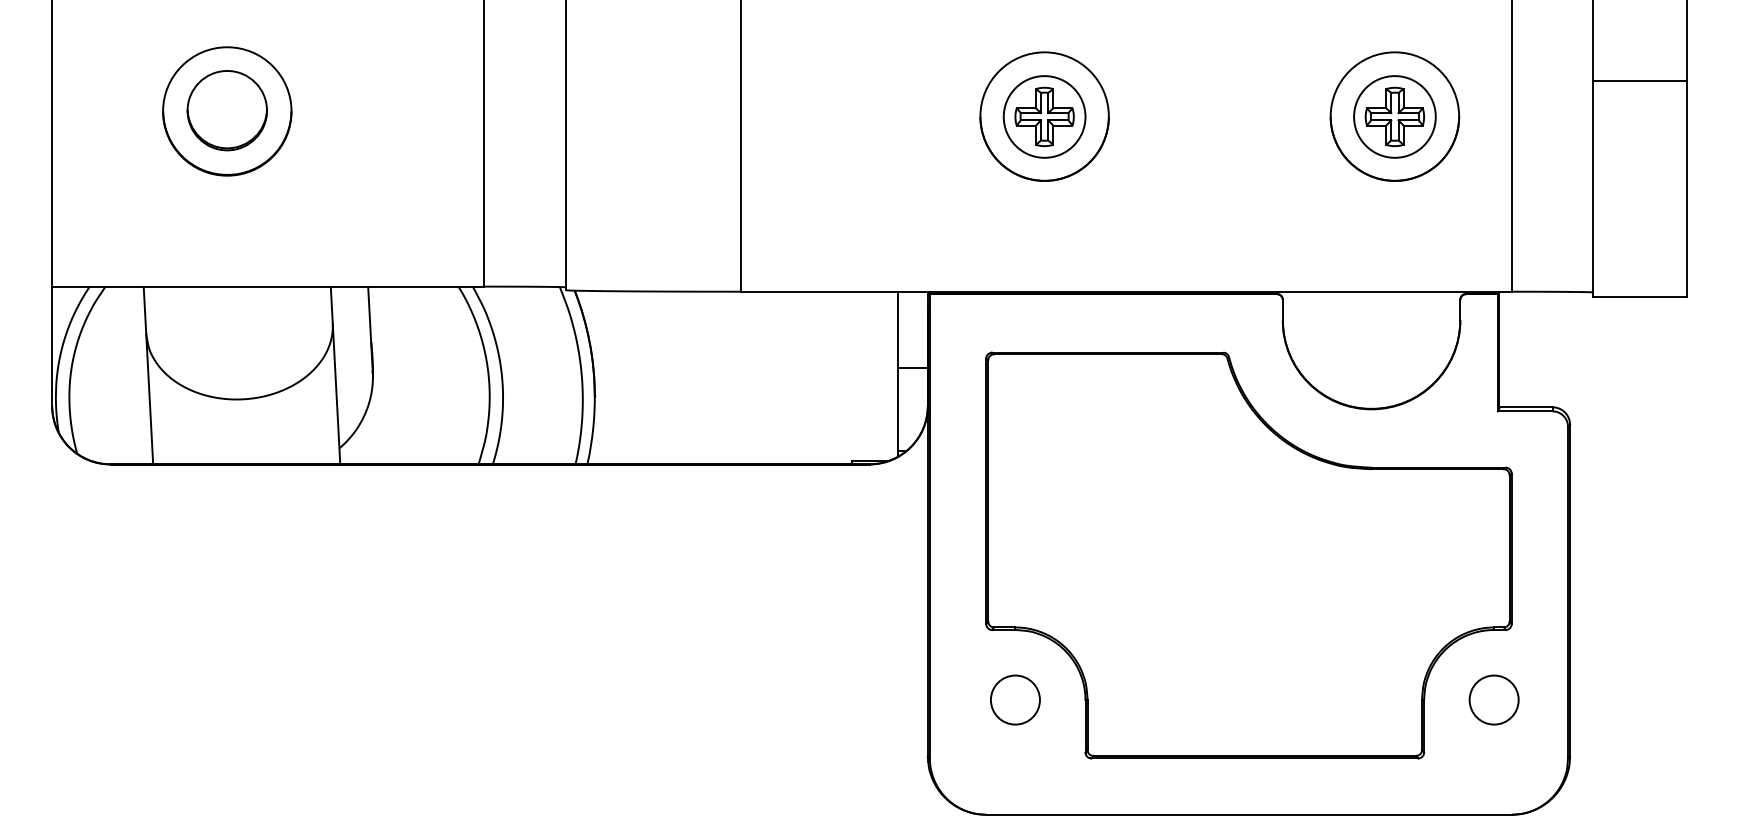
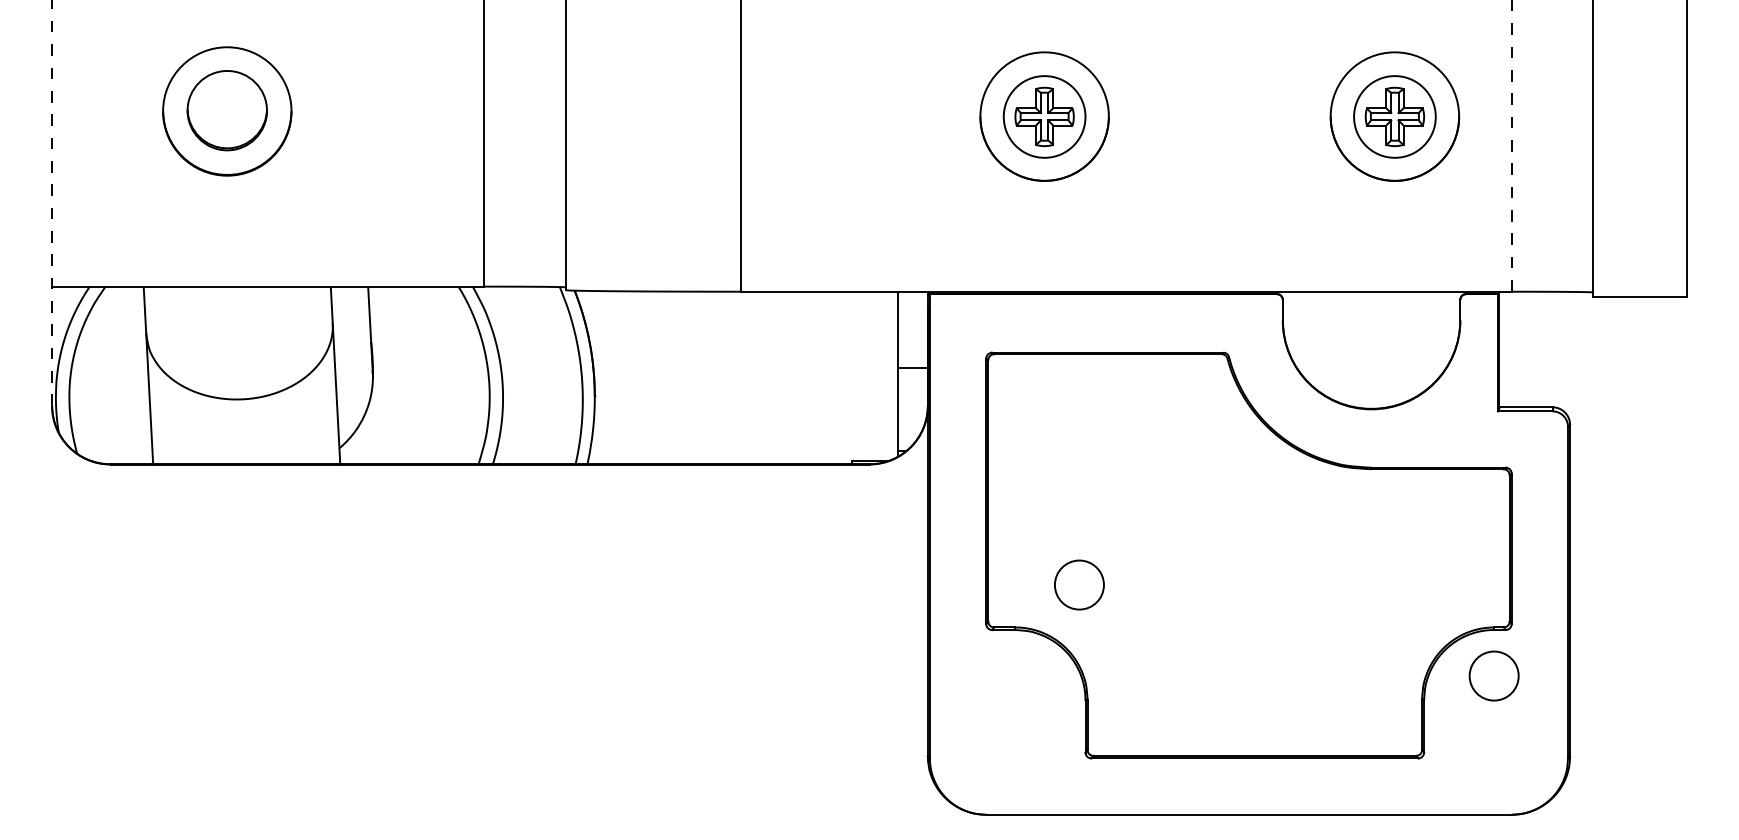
line at (1639, 80): present -> none
line at (1511, 145): solid -> dashed
line at (52, 203): solid -> dashed
part at (1015, 699) position: (1015, 699) -> (1079, 584)
part at (1493, 699) position: (1493, 699) -> (1493, 675)
